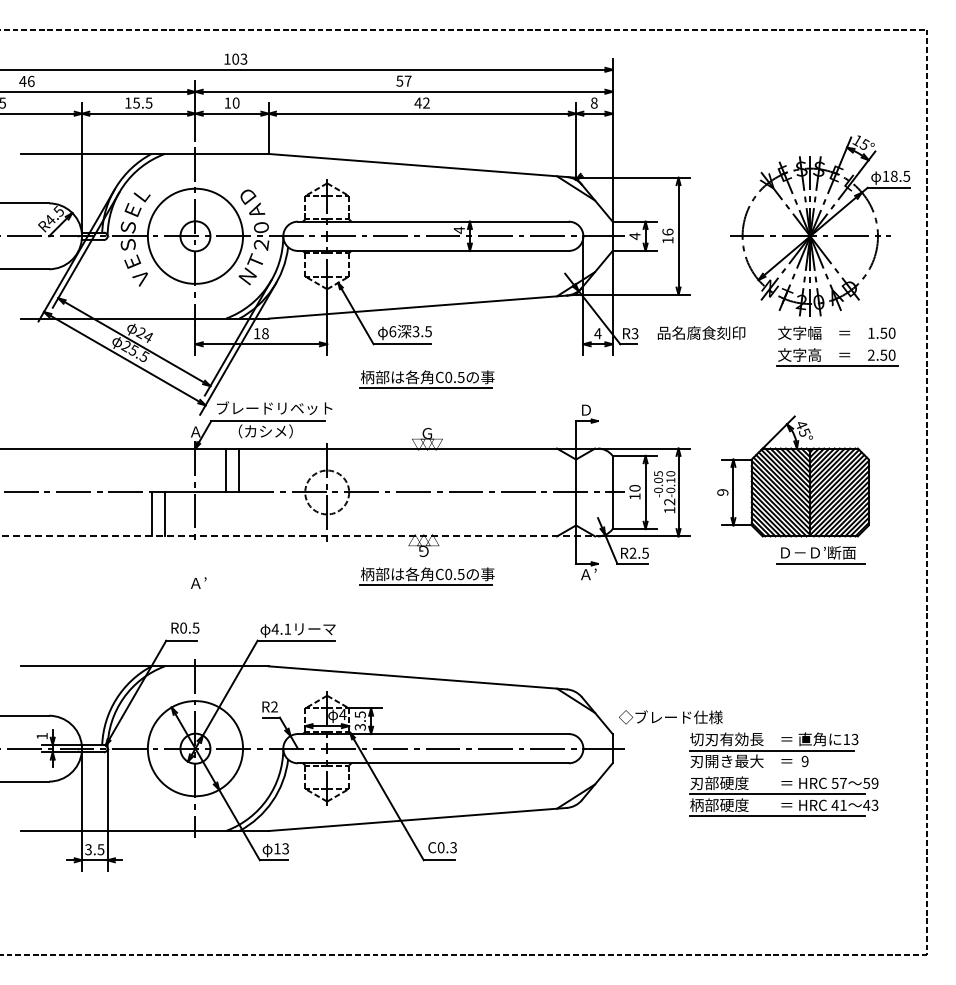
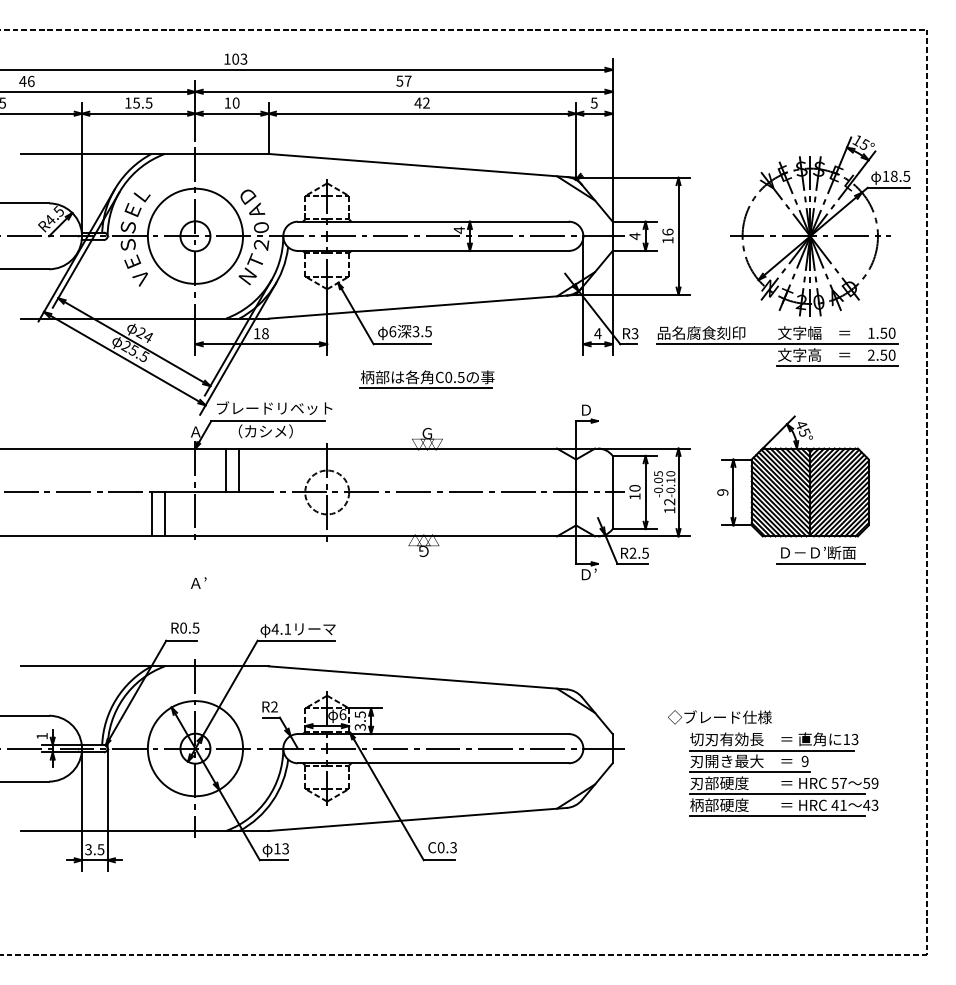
text at (593, 102): 8 -> 5
line at (777, 344): none -> present
line at (299, 536): dashed -> solid
text at (585, 574): Ａ’ -> Ｄ’
part at (426, 576): present -> none
text at (342, 714): 4 -> 6
text at (670, 717) position: (670, 717) -> (719, 717)
line at (749, 772): none -> present
